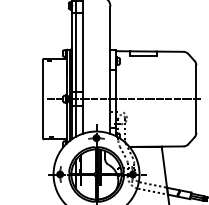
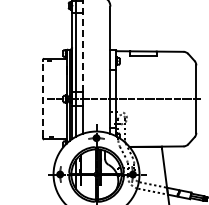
line at (82, 46): solid -> dashed
line at (43, 98): solid -> dashed
